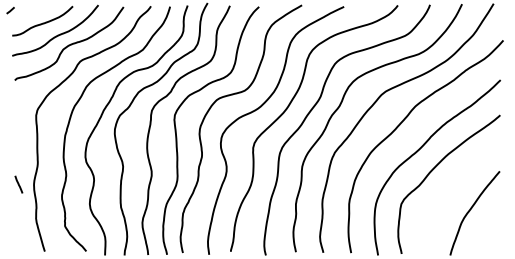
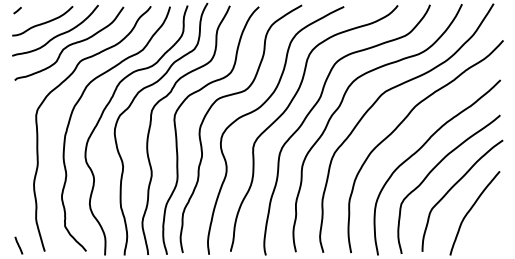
line at (10, 10) position: (10, 10) -> (17, 10)
line at (18, 184) position: (18, 184) -> (18, 245)
curve at (454, 186): none -> present
